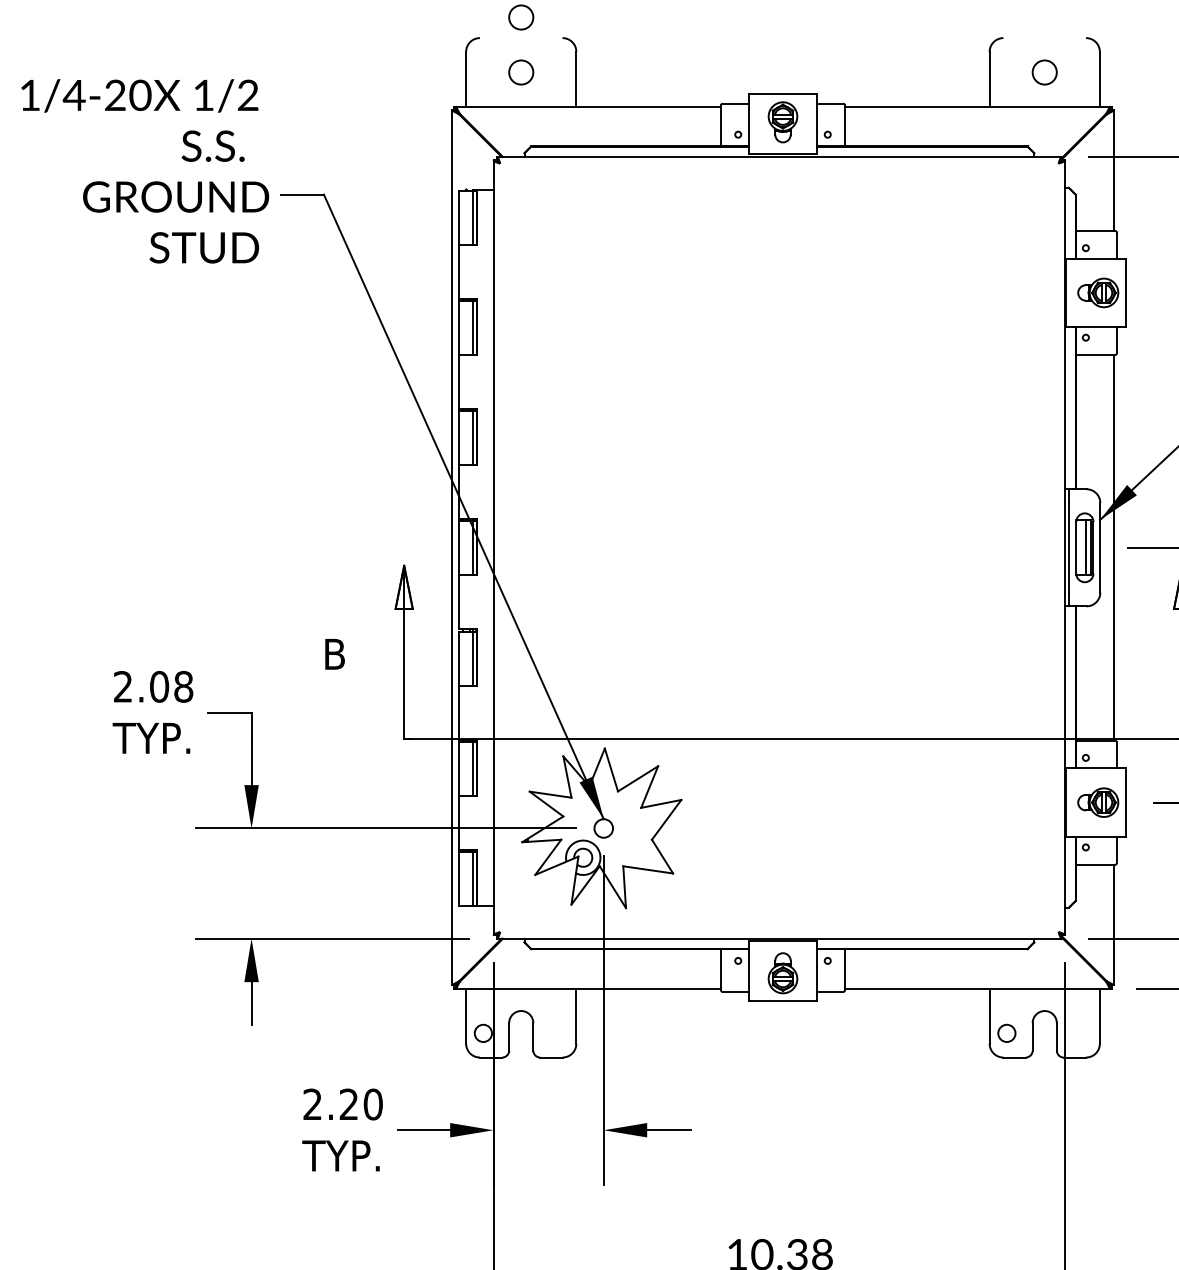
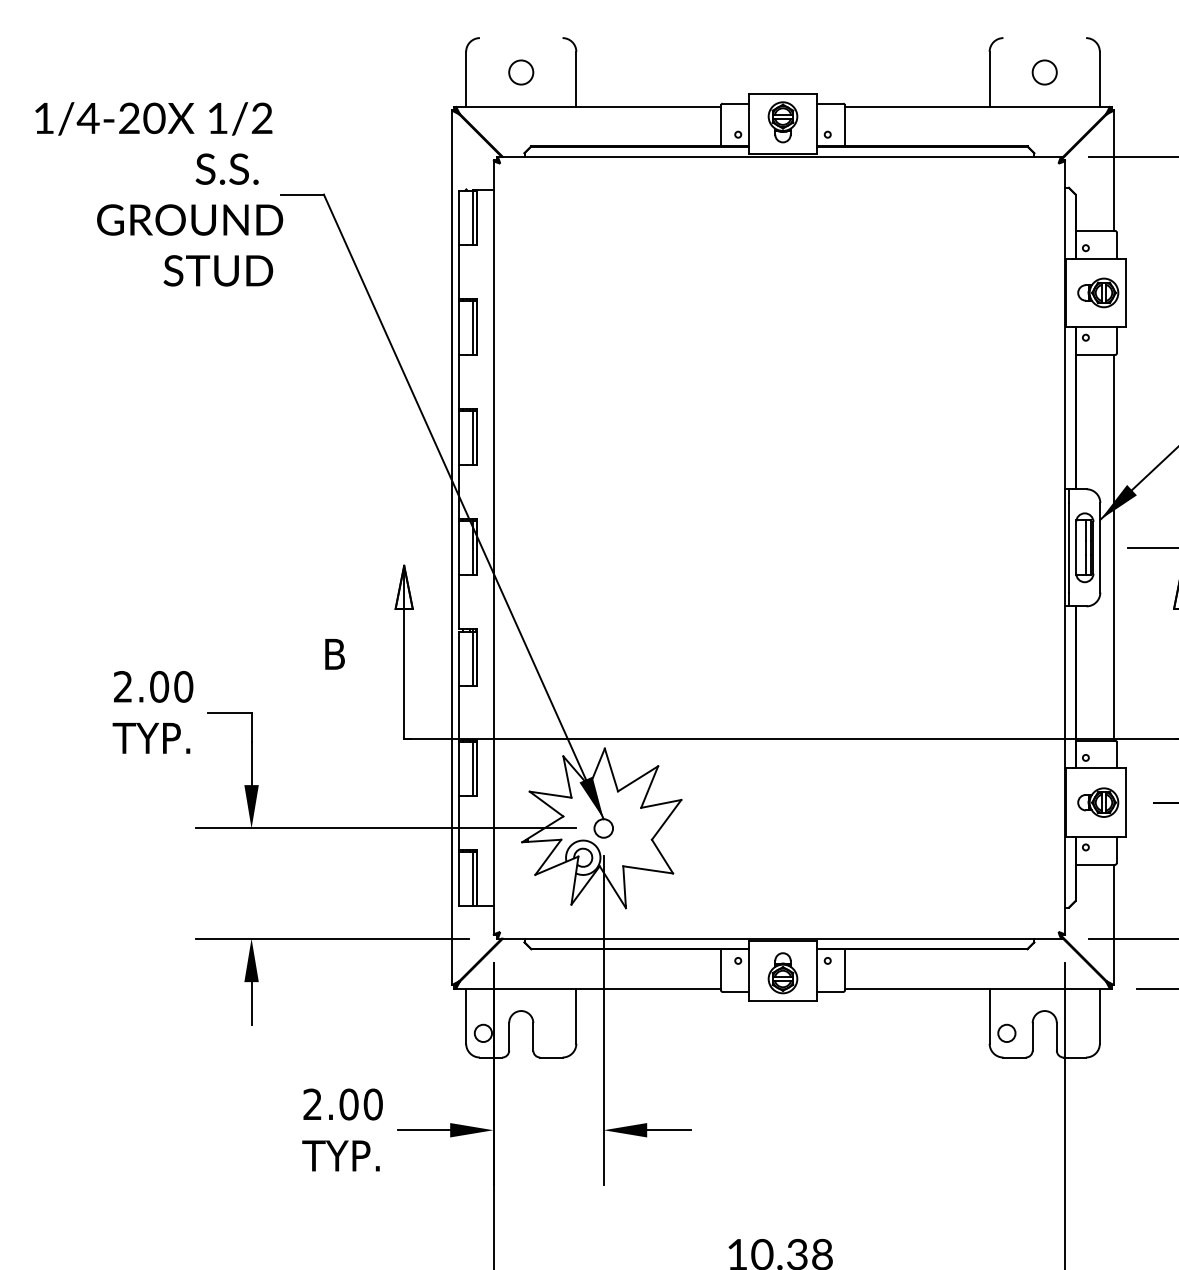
circle at (521, 17): present -> none
text at (145, 171) position: (145, 171) -> (159, 194)
text at (183, 686): 2.08 -> 2.00
text at (348, 1104): 2.20 -> 2.00
